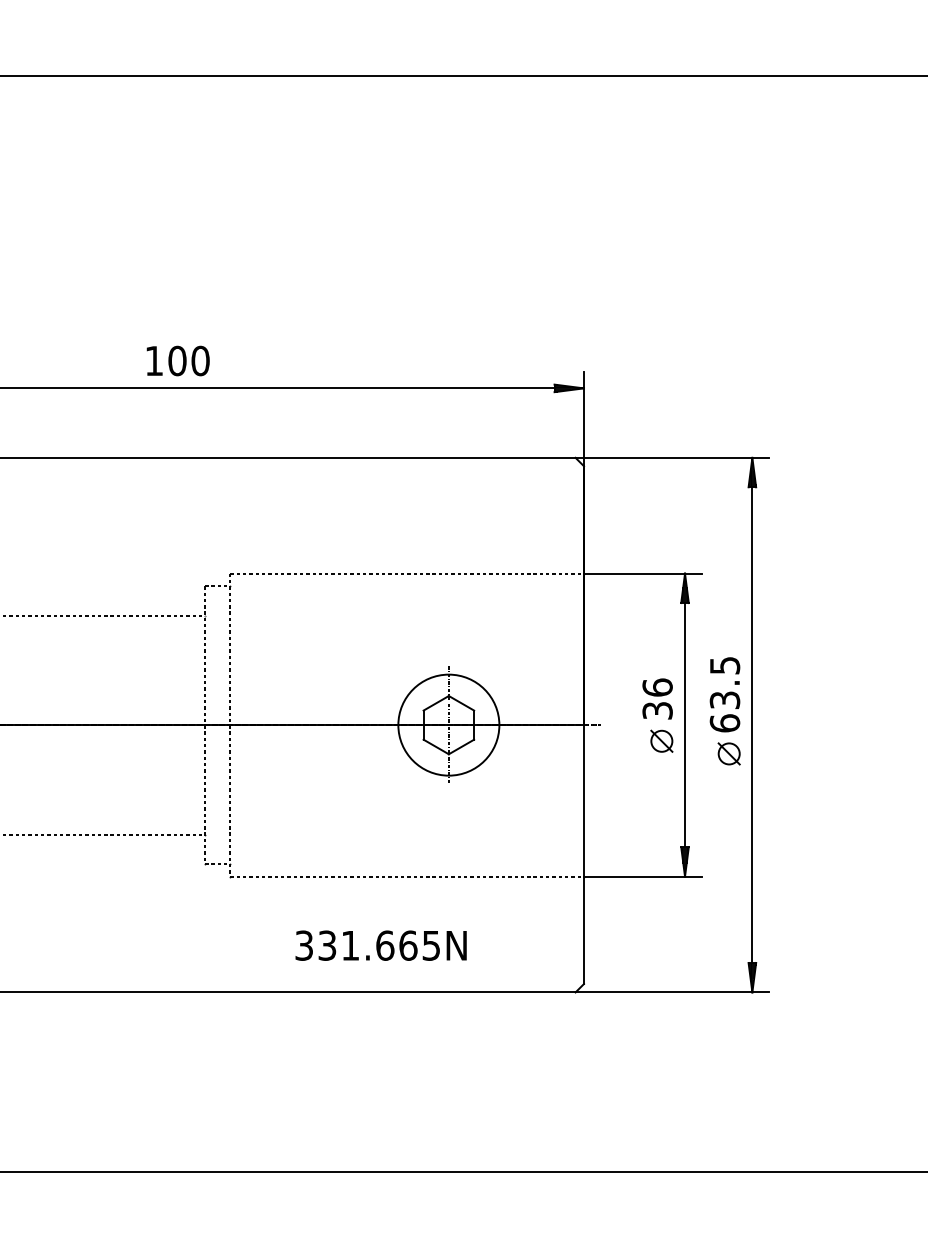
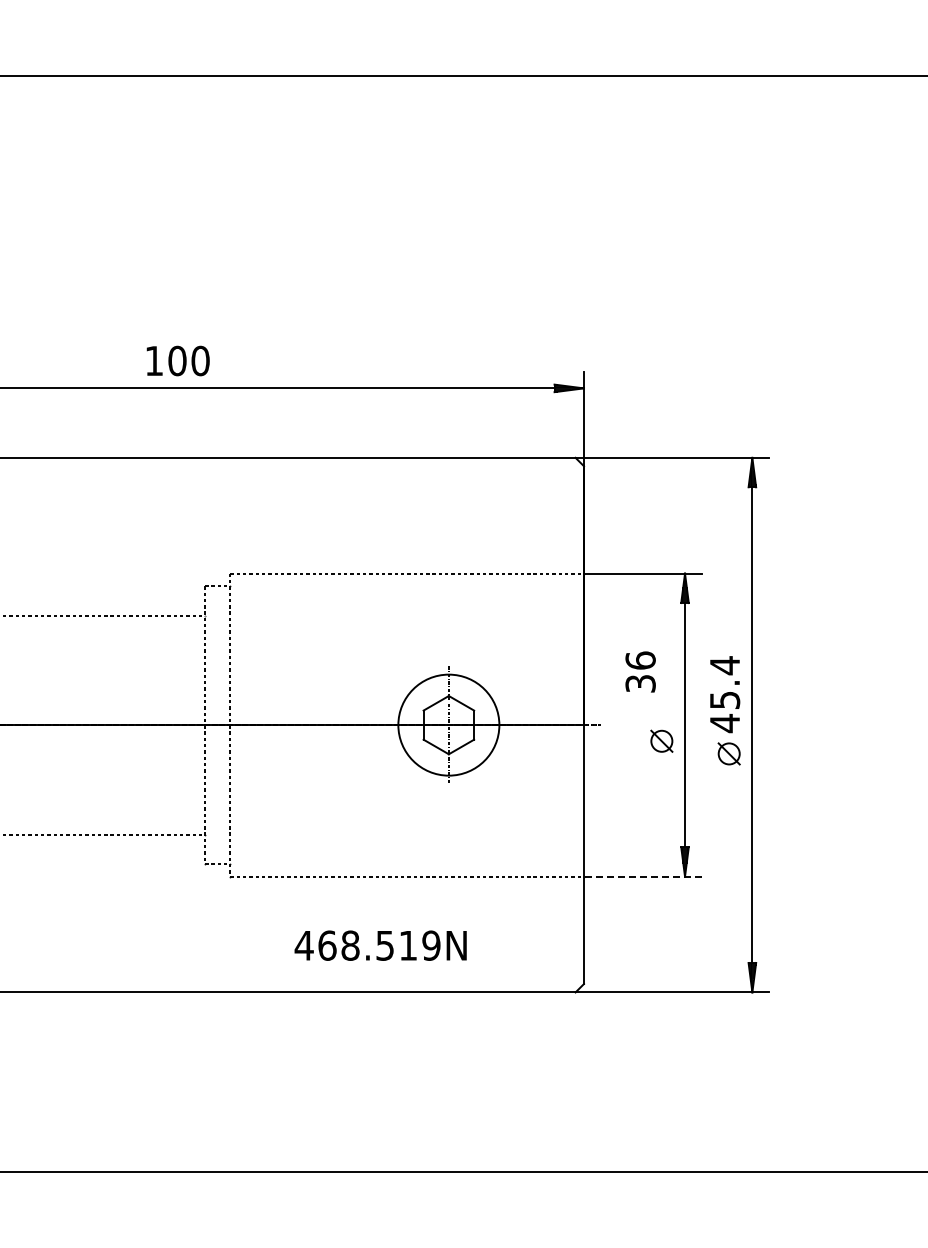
text at (724, 694): 63.5 -> 45.4
text at (657, 698) position: (657, 698) -> (640, 671)
line at (642, 876): solid -> dashed
text at (367, 945): 331.665N -> 468.519N
